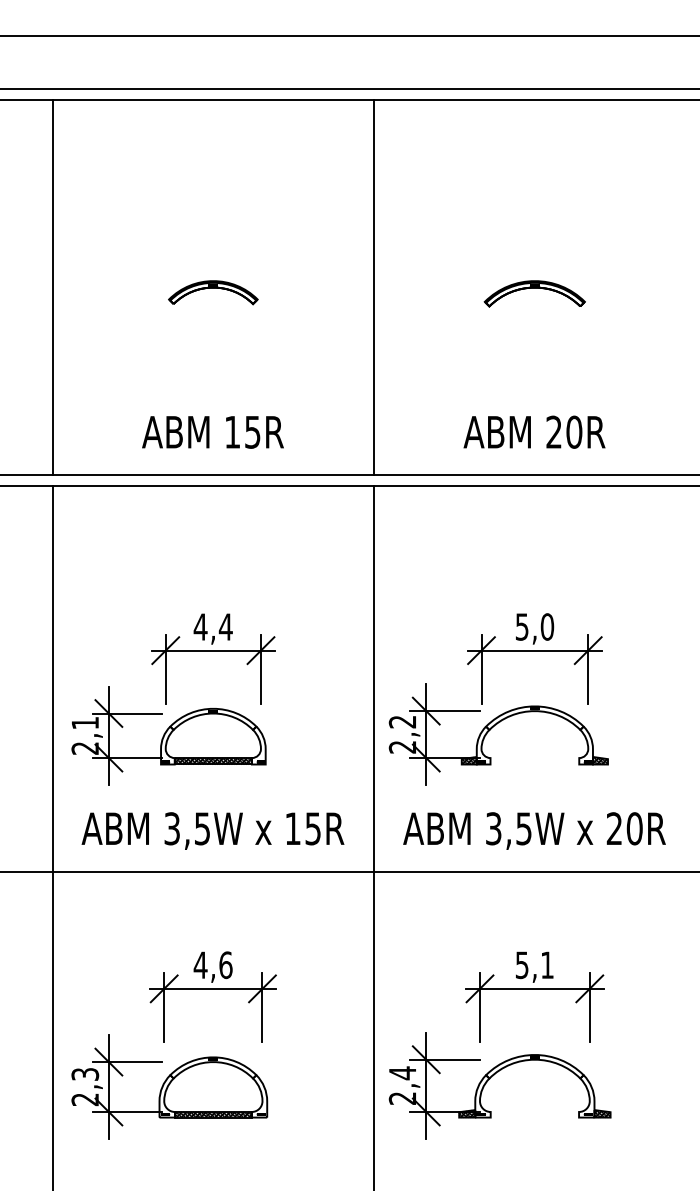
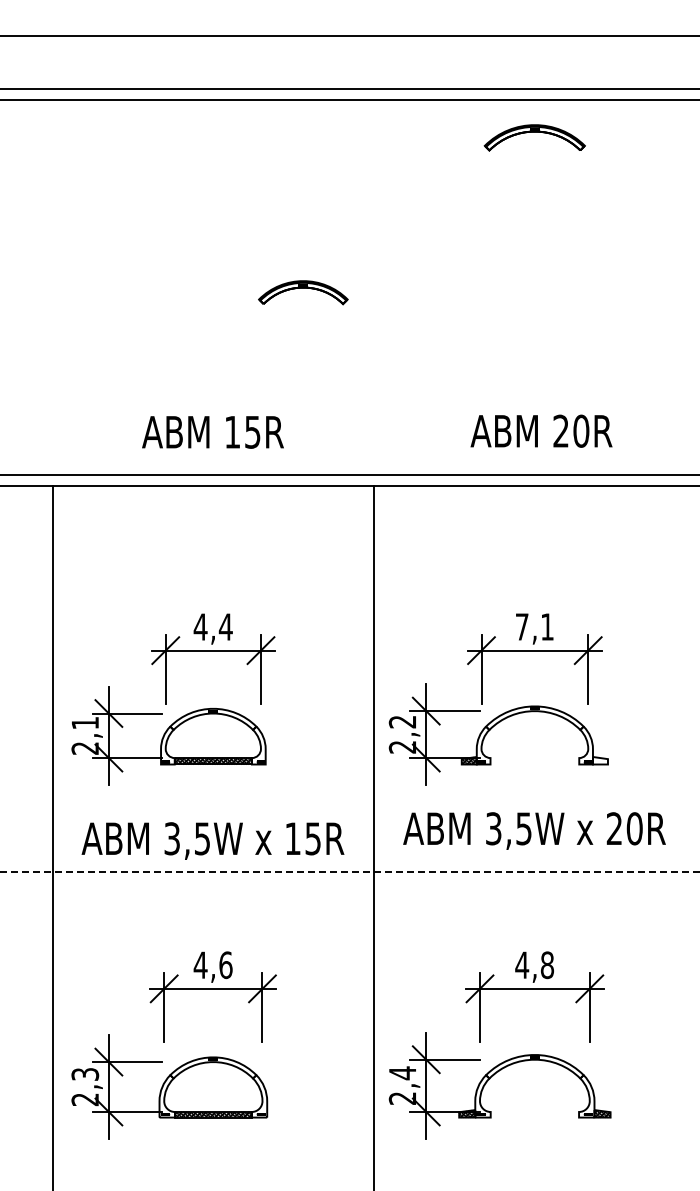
line at (52, 287): present -> none
line at (374, 287): present -> none
part at (213, 292) position: (213, 292) -> (303, 292)
part at (534, 293) position: (534, 293) -> (534, 137)
text at (534, 431) position: (534, 431) -> (541, 430)
text at (535, 626): 5,0 -> 7,1
hatch at (599, 760): present -> none
text at (212, 830) position: (212, 830) -> (212, 840)
line at (349, 871): solid -> dashed
text at (534, 965): 5,1 -> 4,8
